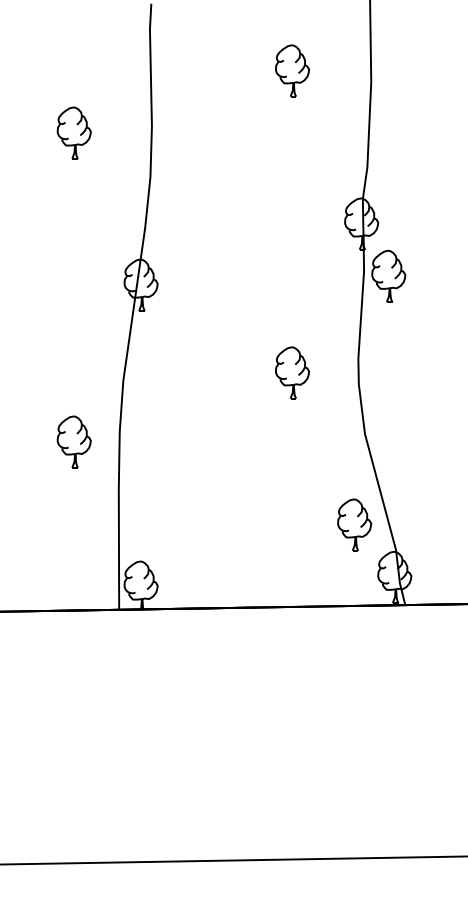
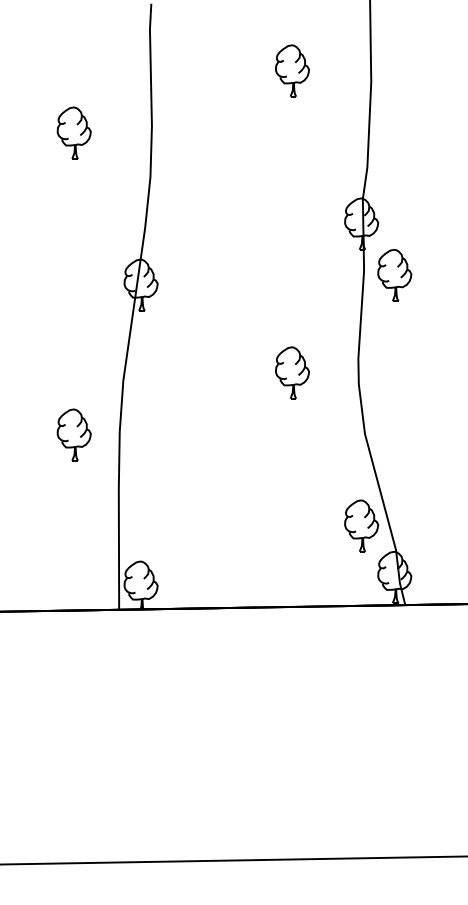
part at (388, 276) position: (388, 276) -> (394, 275)
part at (73, 441) position: (73, 441) -> (73, 434)
part at (354, 524) position: (354, 524) -> (361, 525)
